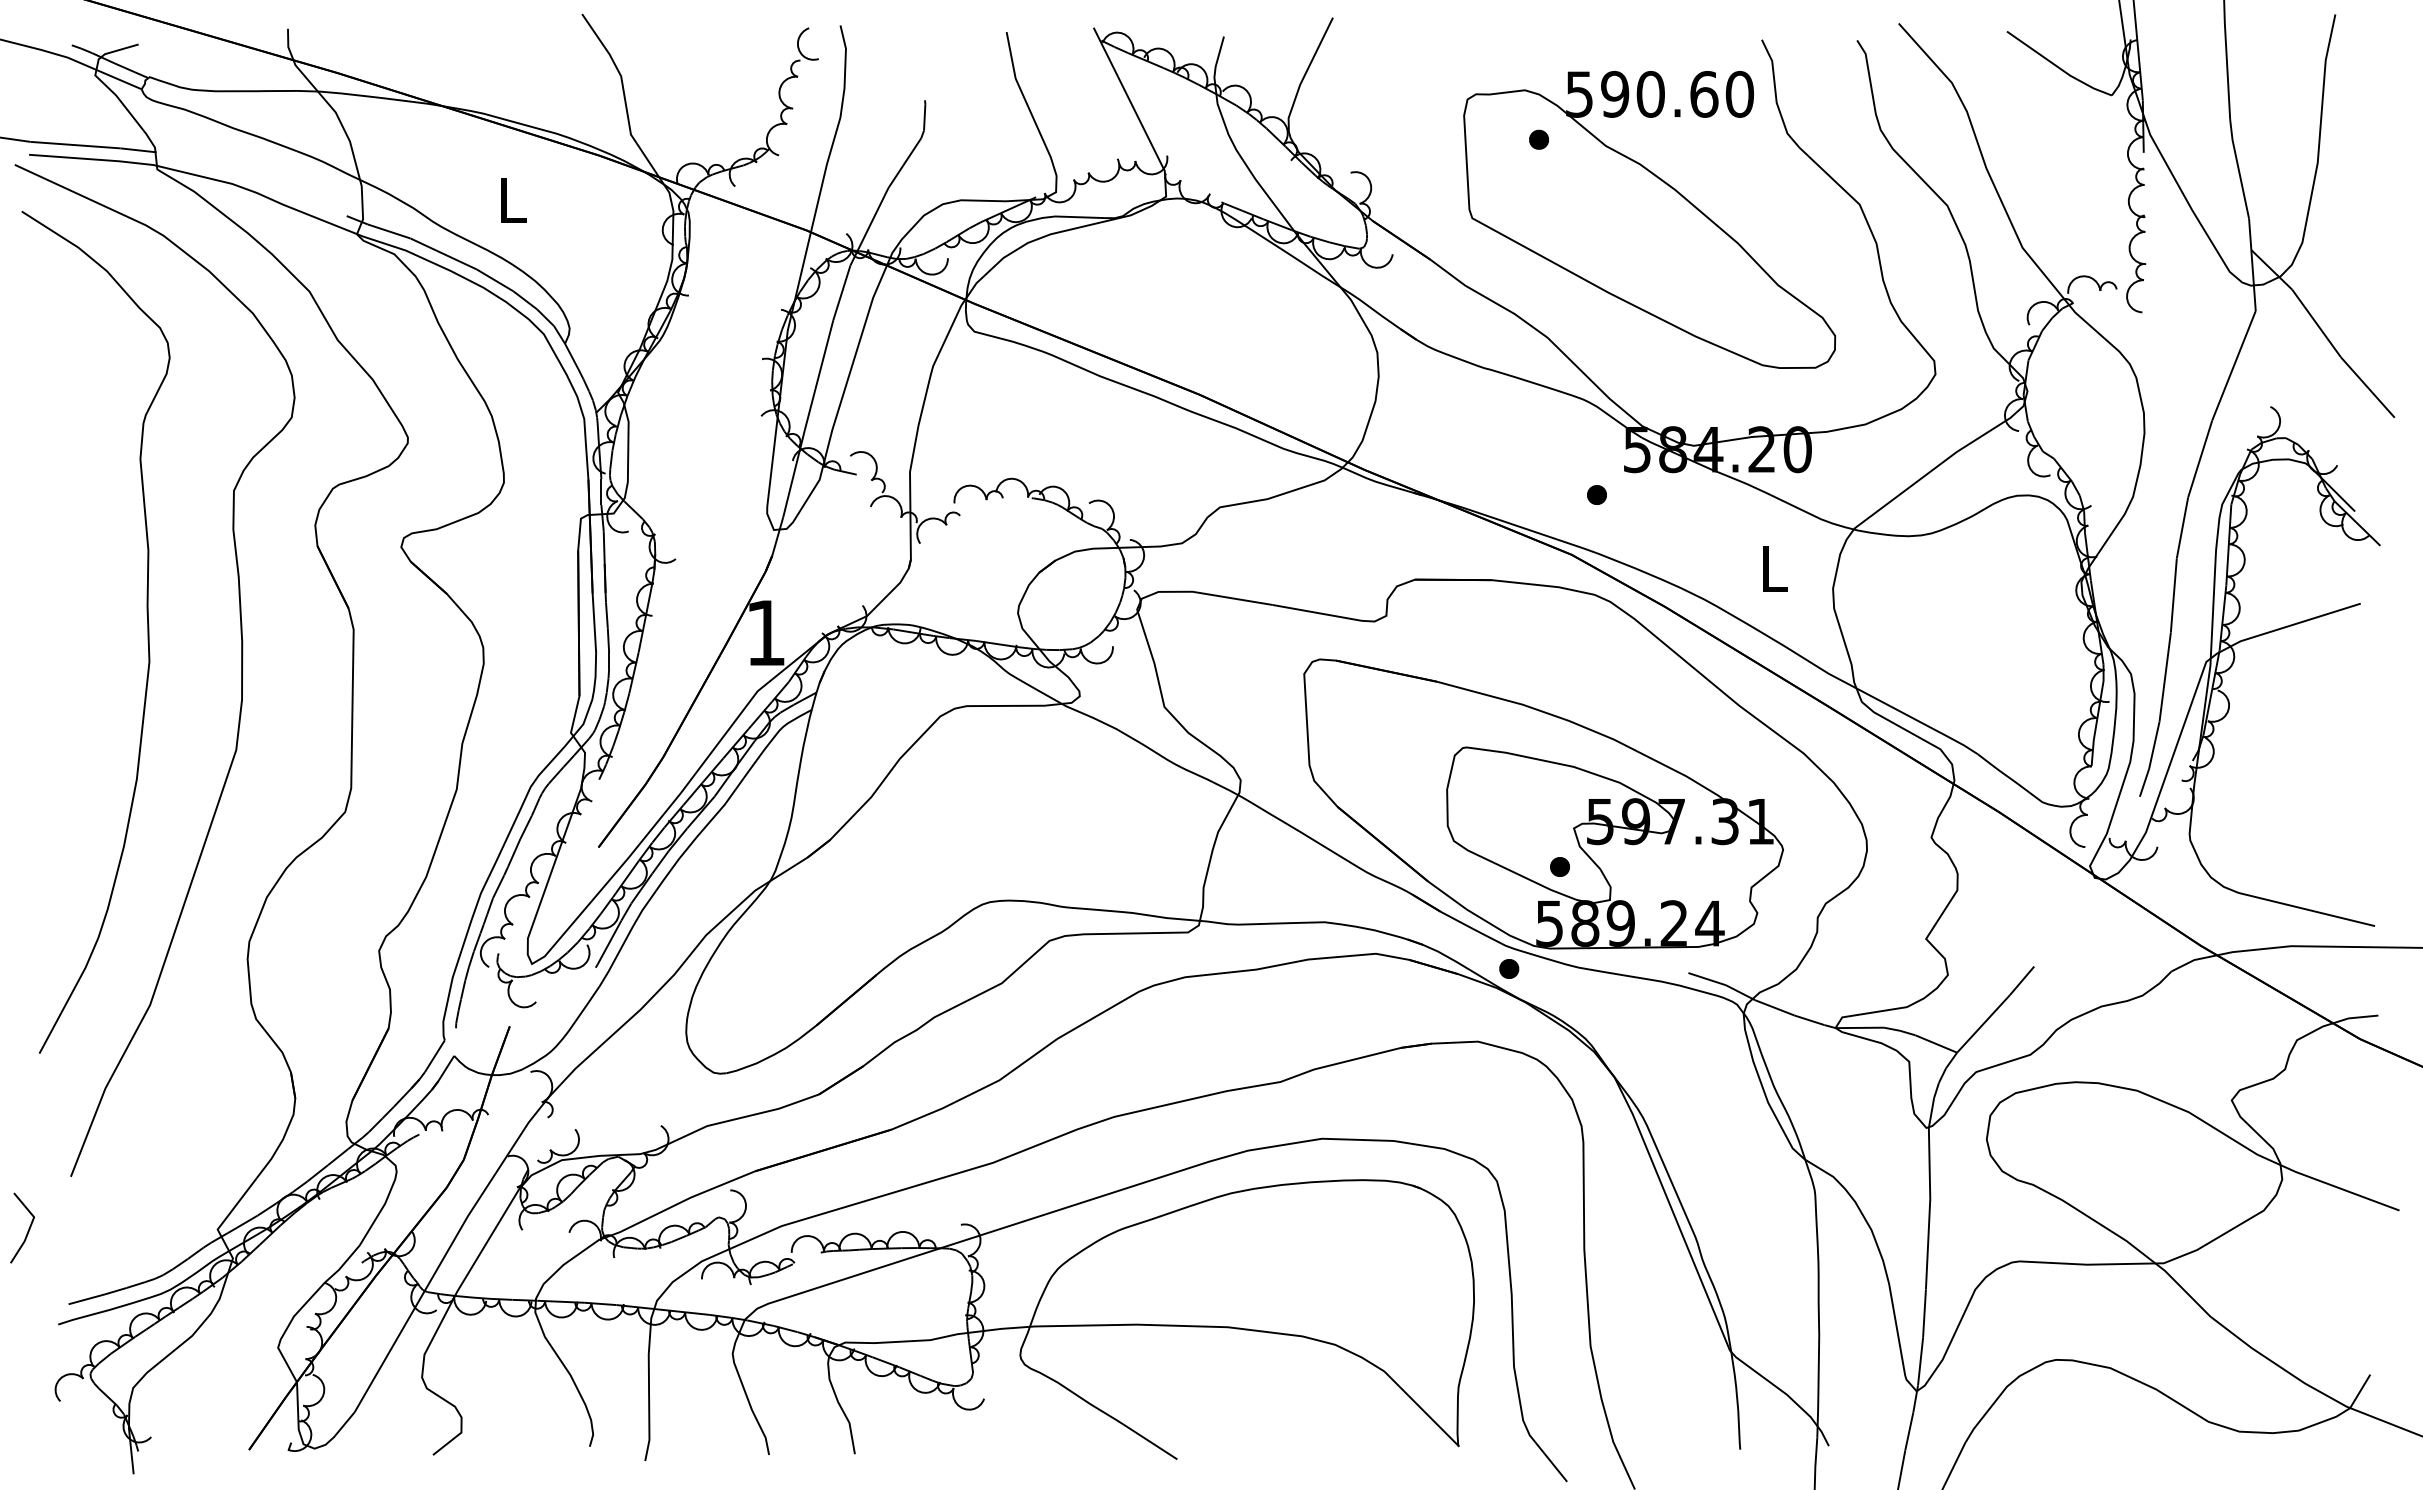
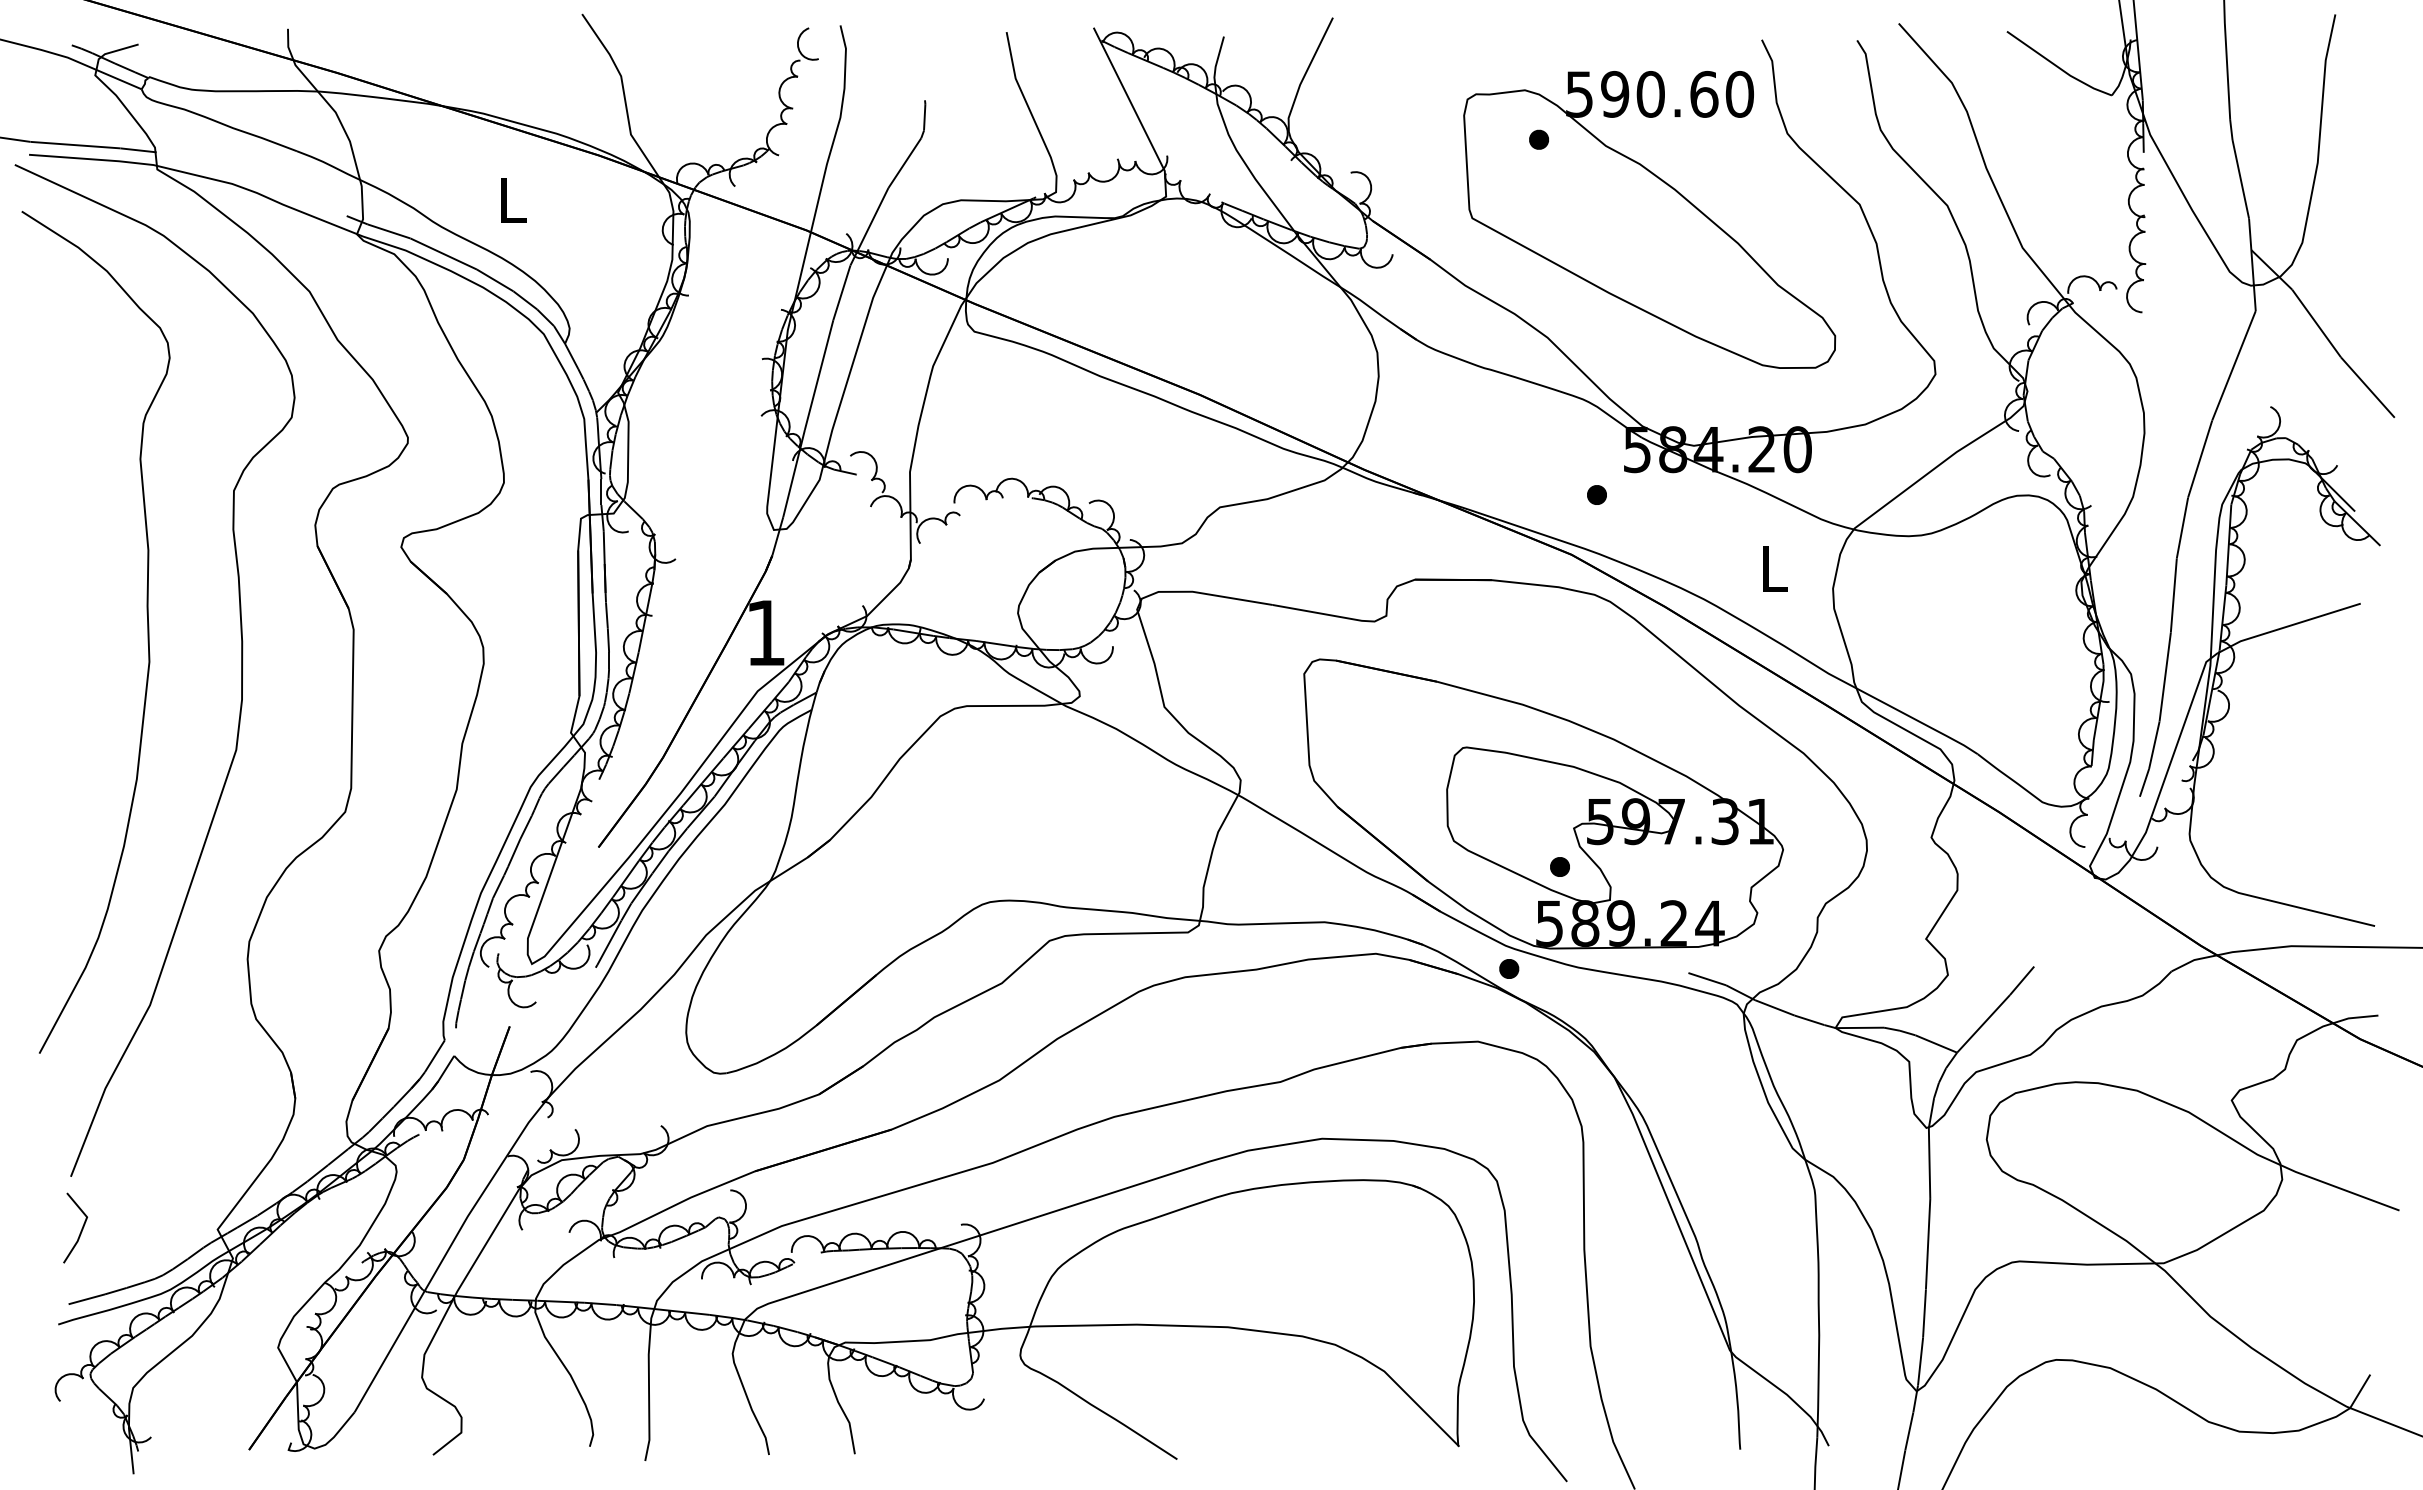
line at (28, 1228) position: (28, 1228) -> (81, 1228)
